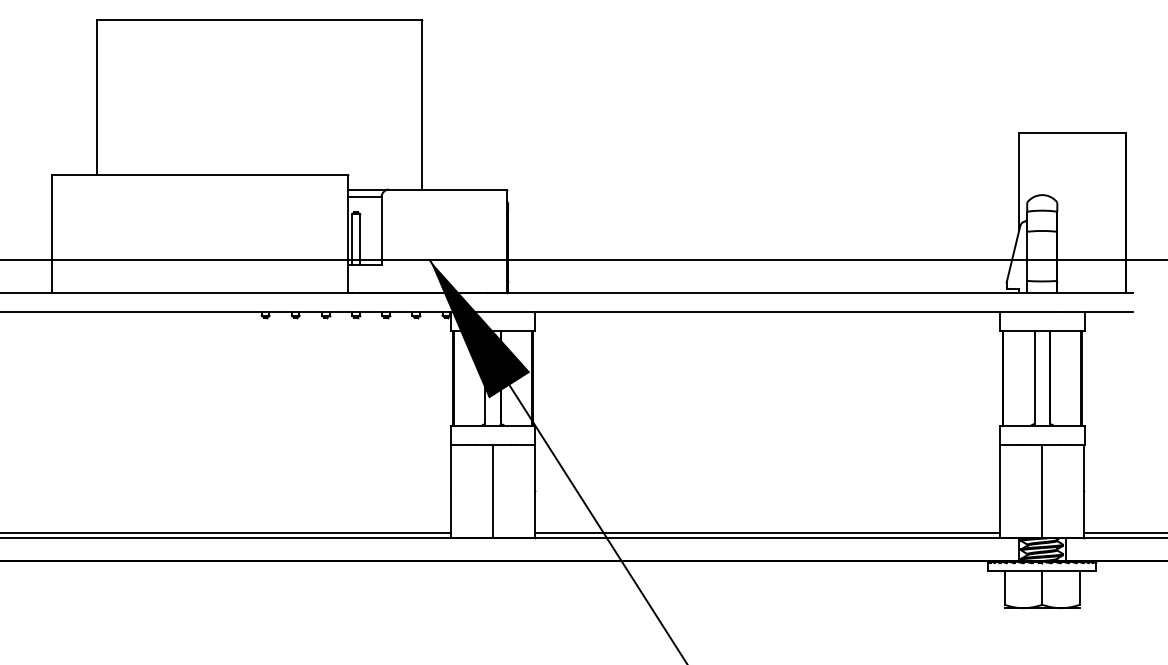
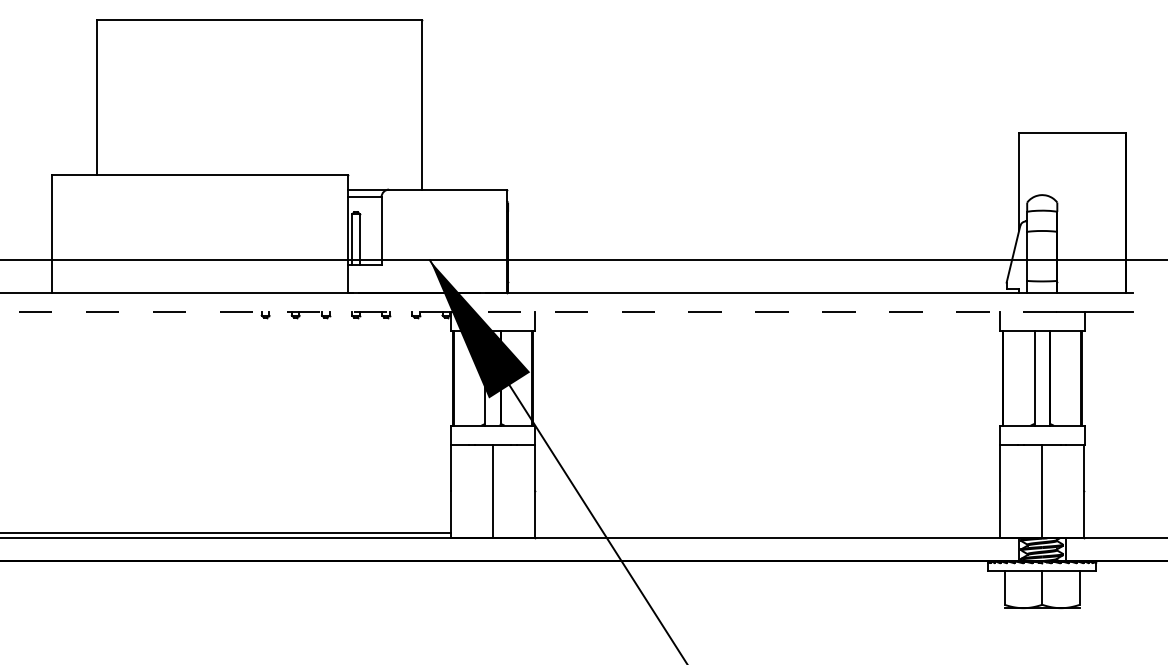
line at (527, 311): solid -> dashed
line at (767, 532): present -> none
line at (1124, 532): present -> none
